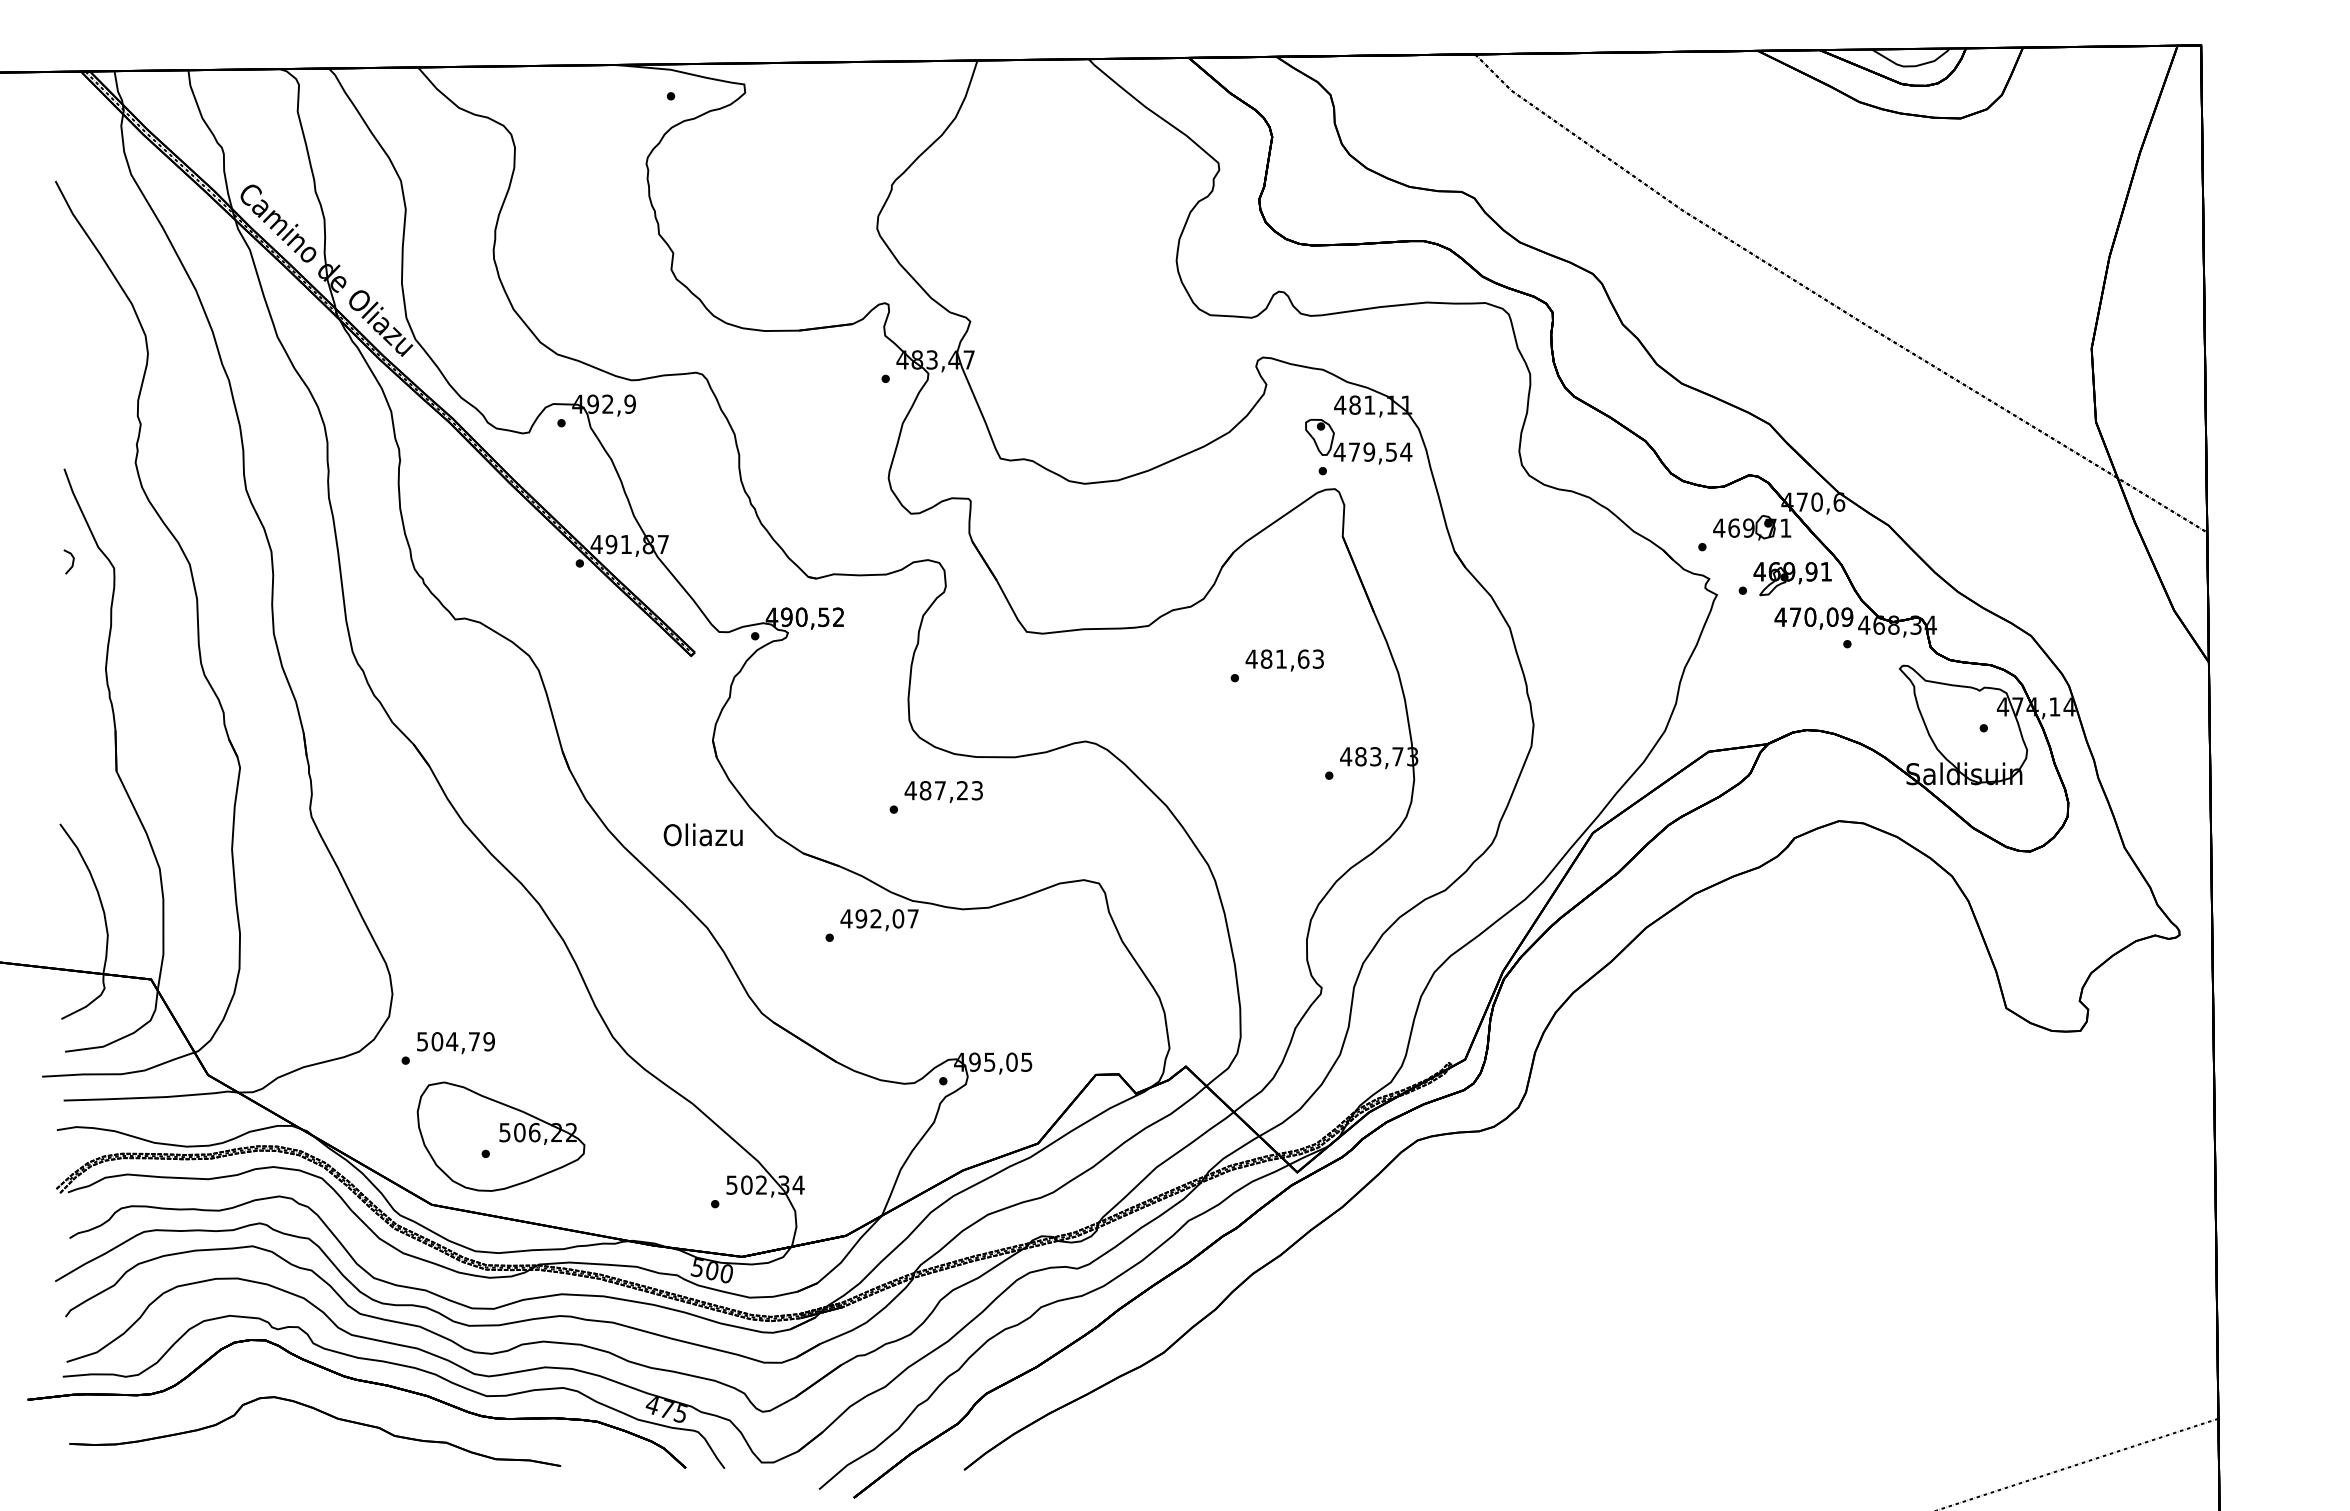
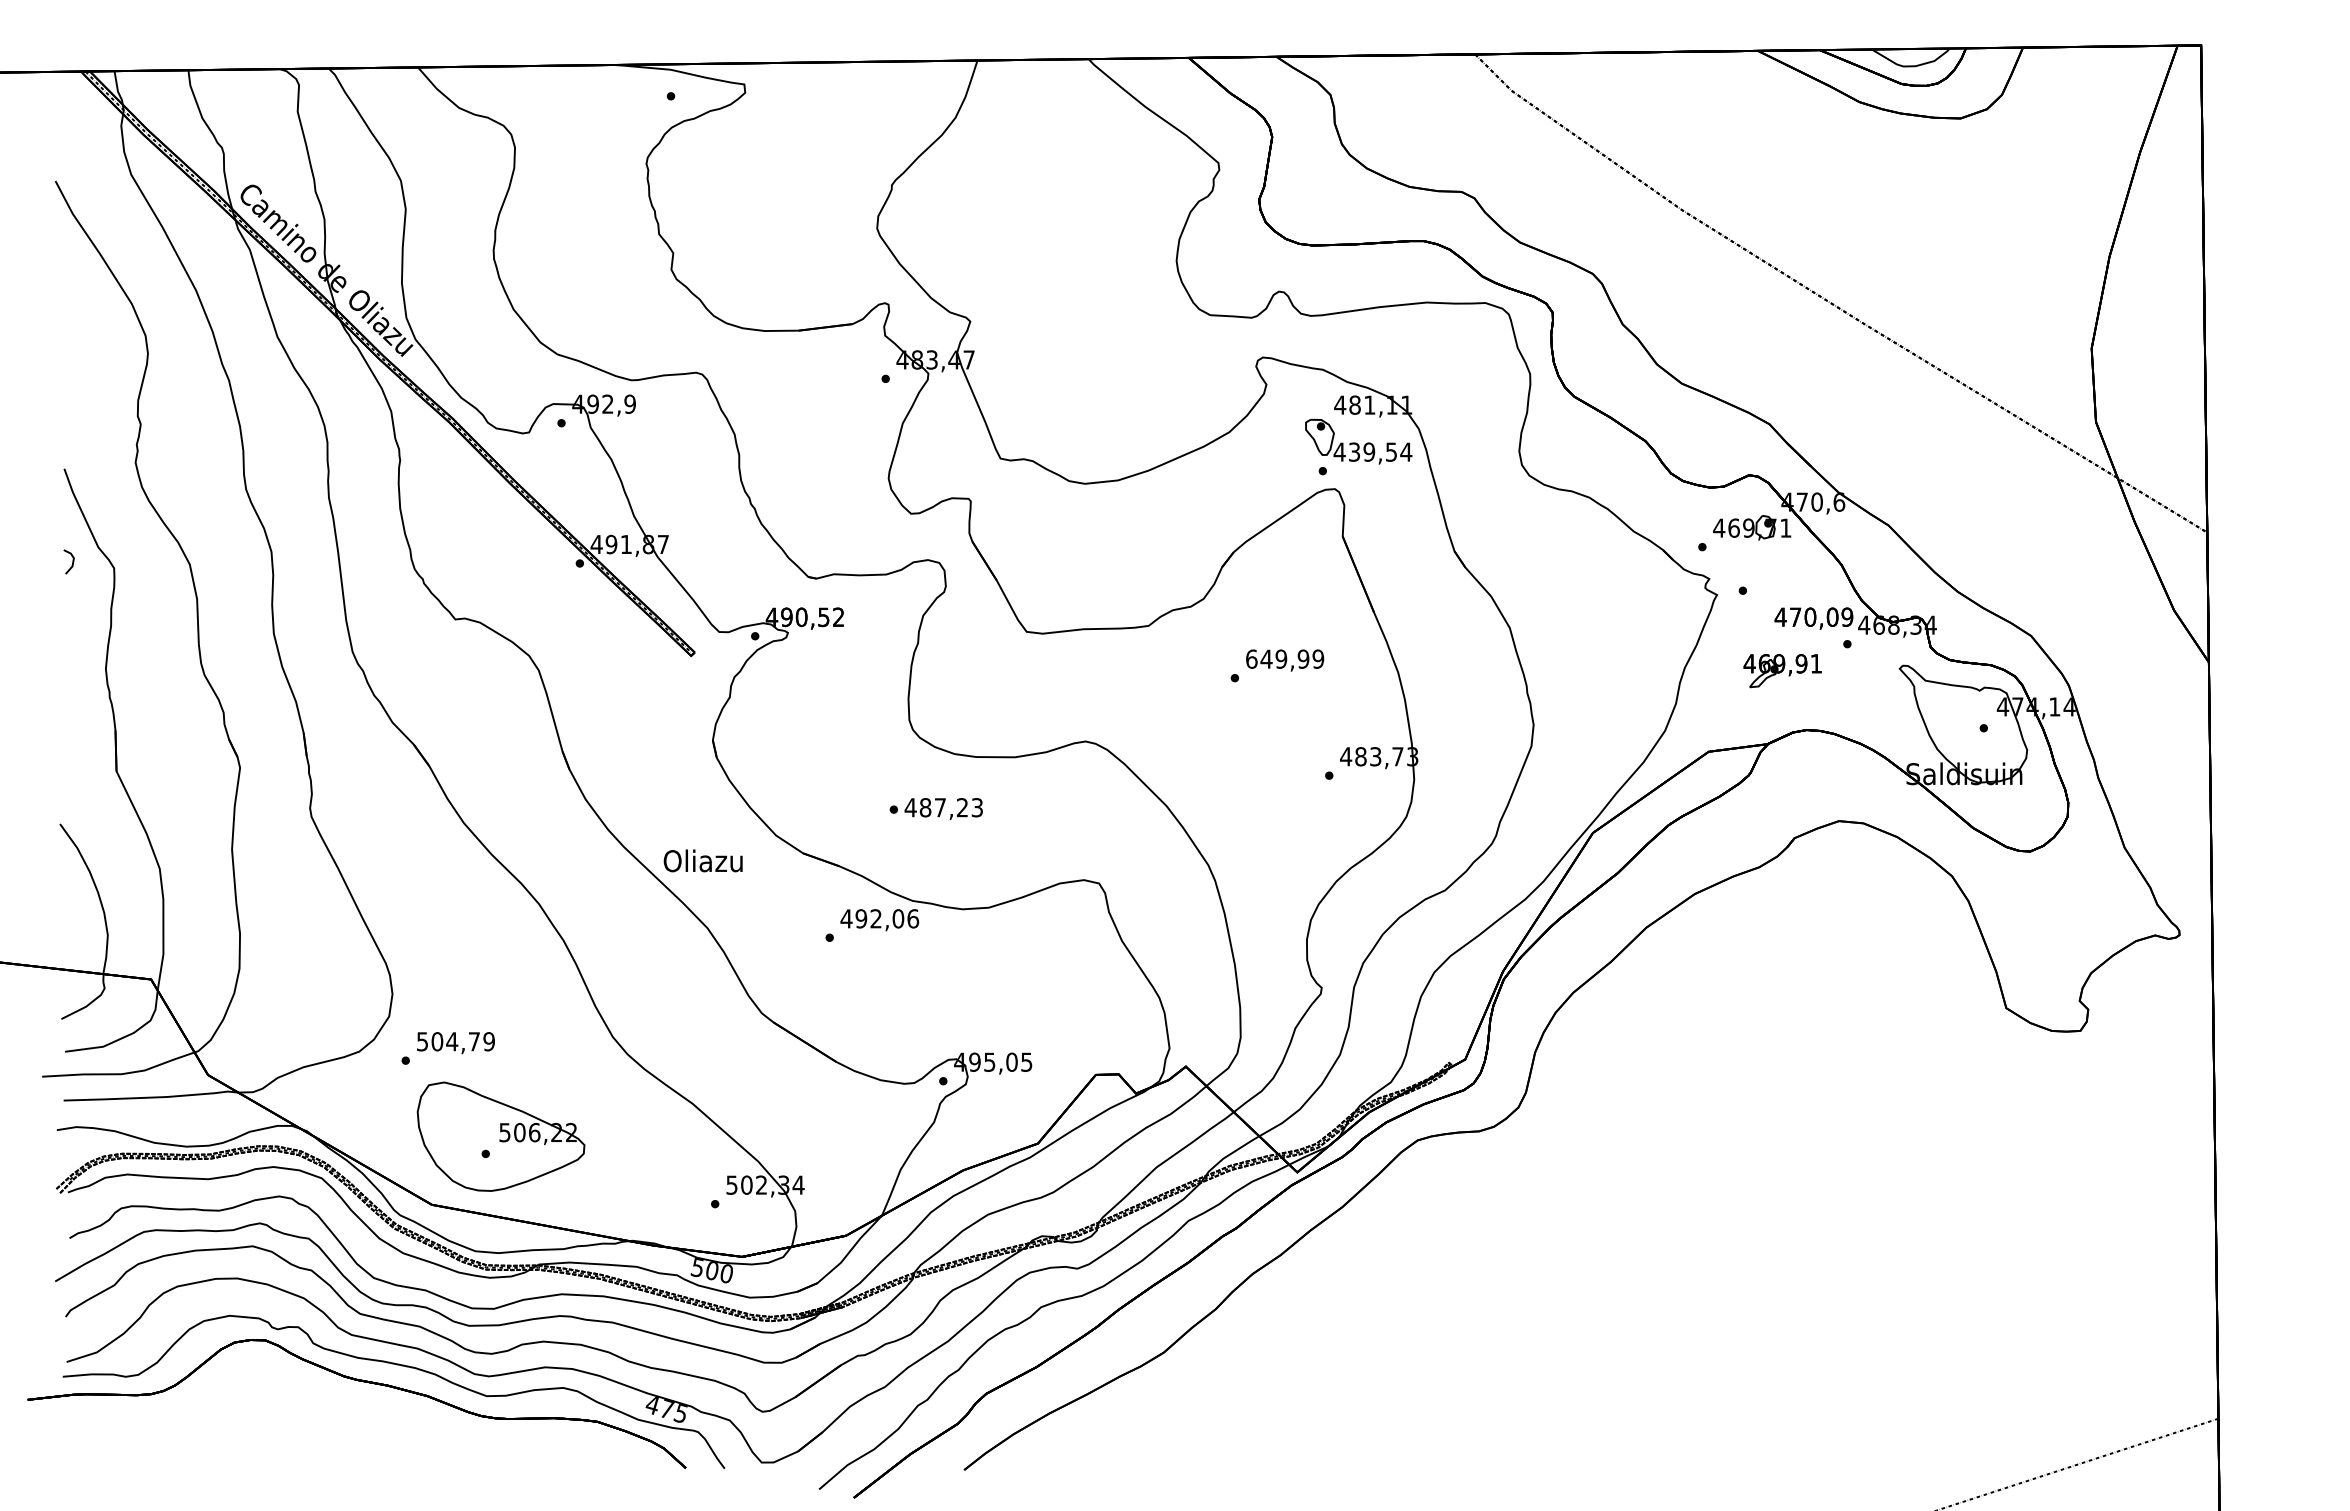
text at (1354, 451): 479,54 -> 439,54
part at (1792, 579) position: (1792, 579) -> (1782, 671)
text at (1284, 658): 481,63 -> 649,99
text at (943, 792) position: (943, 792) -> (943, 809)
text at (702, 834) position: (702, 834) -> (702, 860)
text at (913, 918): 492,07 -> 492,06
part at (322, 1413): present -> none
